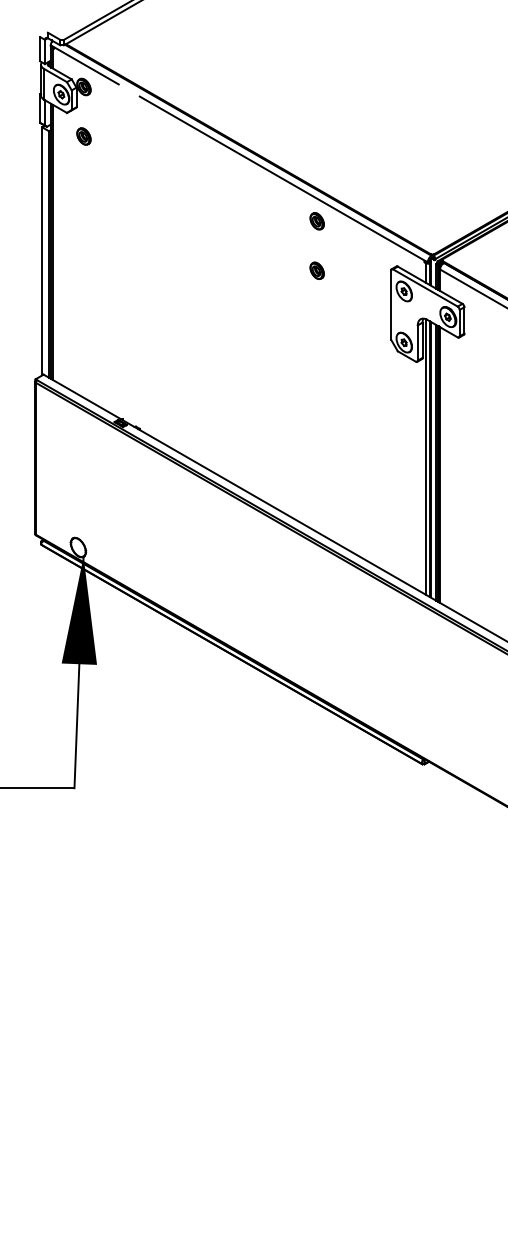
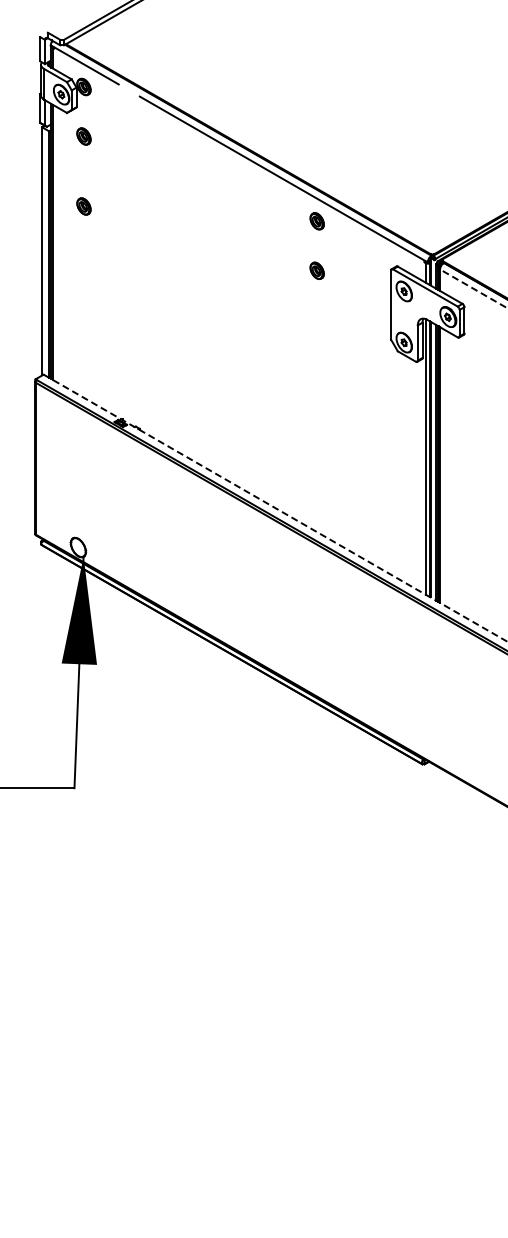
part at (83, 206): none -> present
line at (473, 288): solid -> dashed
line at (275, 508): solid -> dashed
